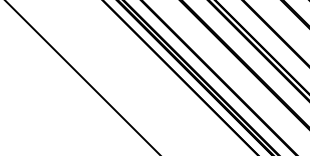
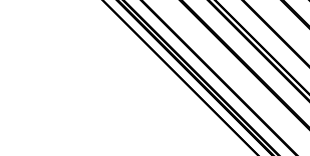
line at (82, 77): present -> none
